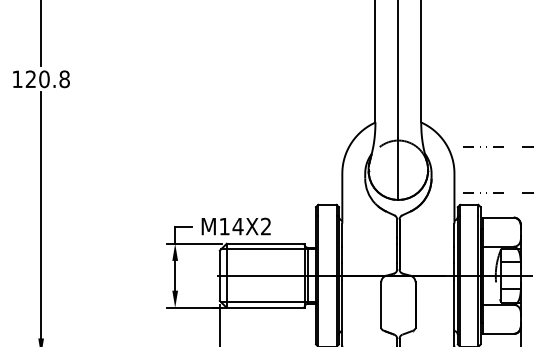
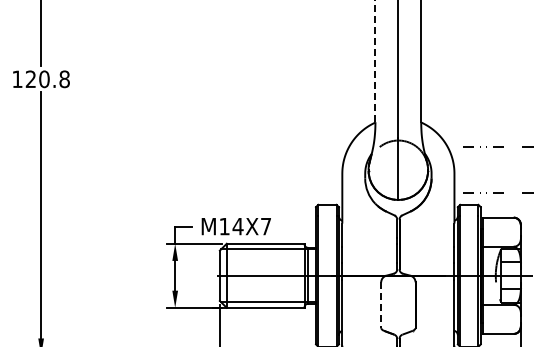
line at (375, 61): solid -> dashed
text at (265, 226): M14X2 -> M14X7
line at (381, 305): solid -> dashed
